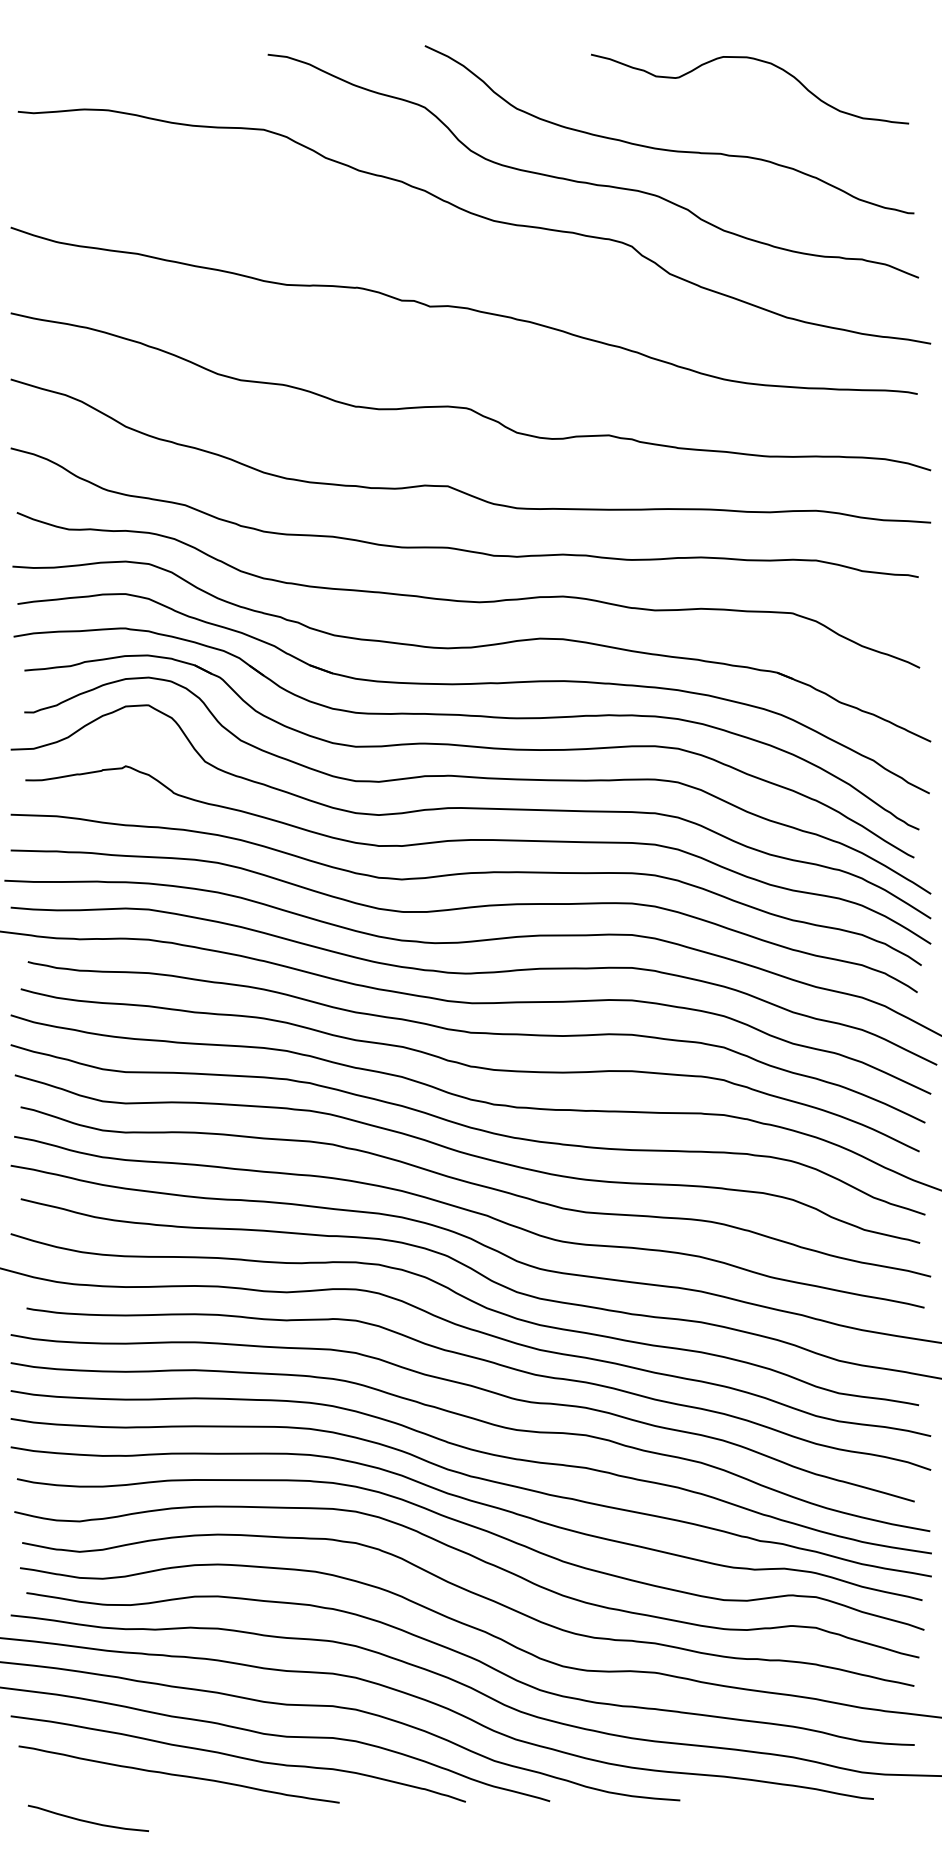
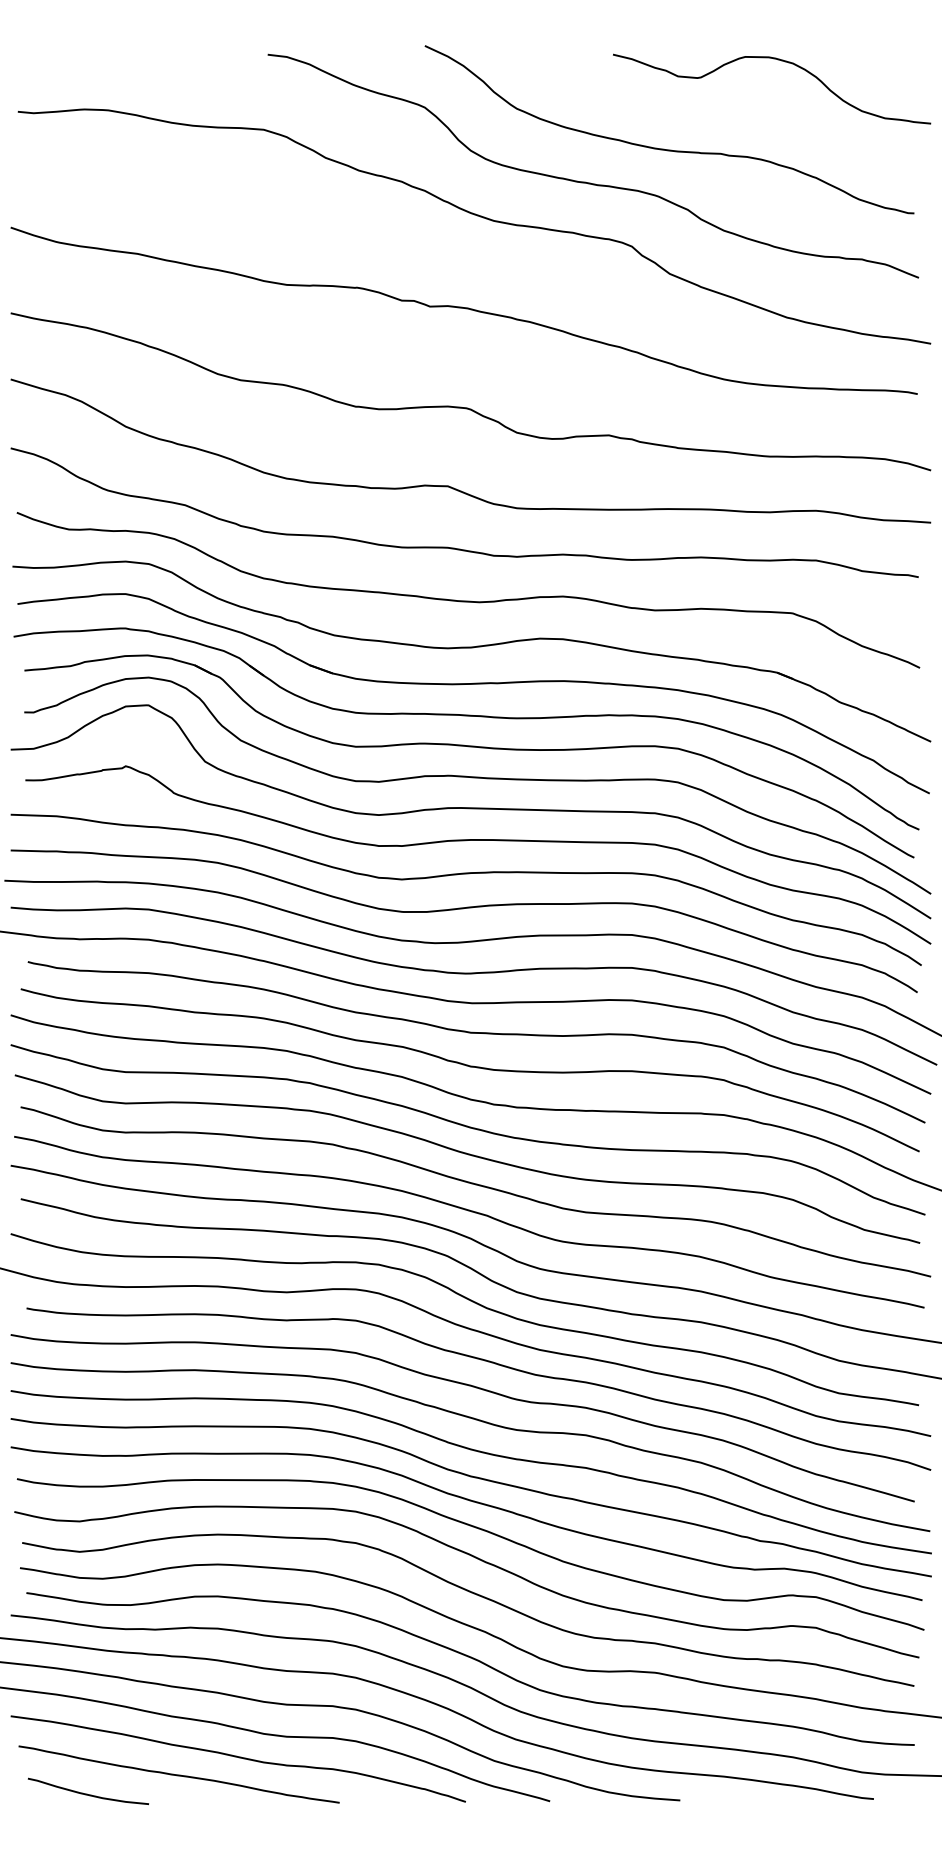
curve at (755, 60) position: (755, 60) -> (777, 60)
curve at (87, 1820) position: (87, 1820) -> (87, 1793)
